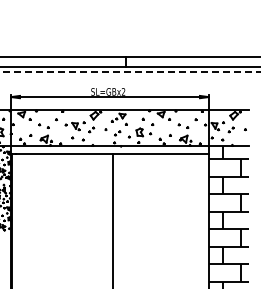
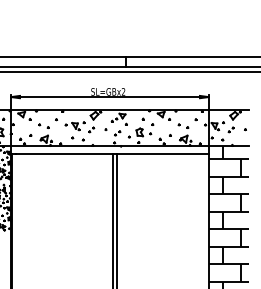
line at (130, 71): dashed -> solid
line at (117, 219): none -> present
